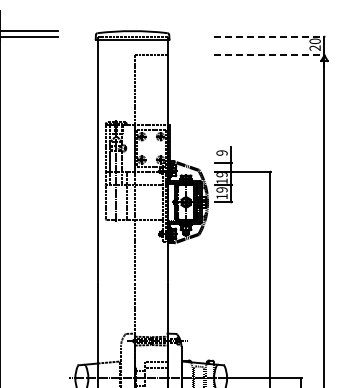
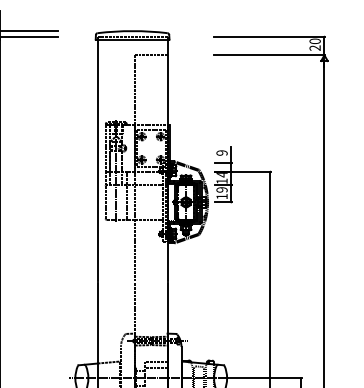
line at (269, 36): dashed -> solid
line at (269, 55): dashed -> solid
text at (221, 175): 19 -> 14
